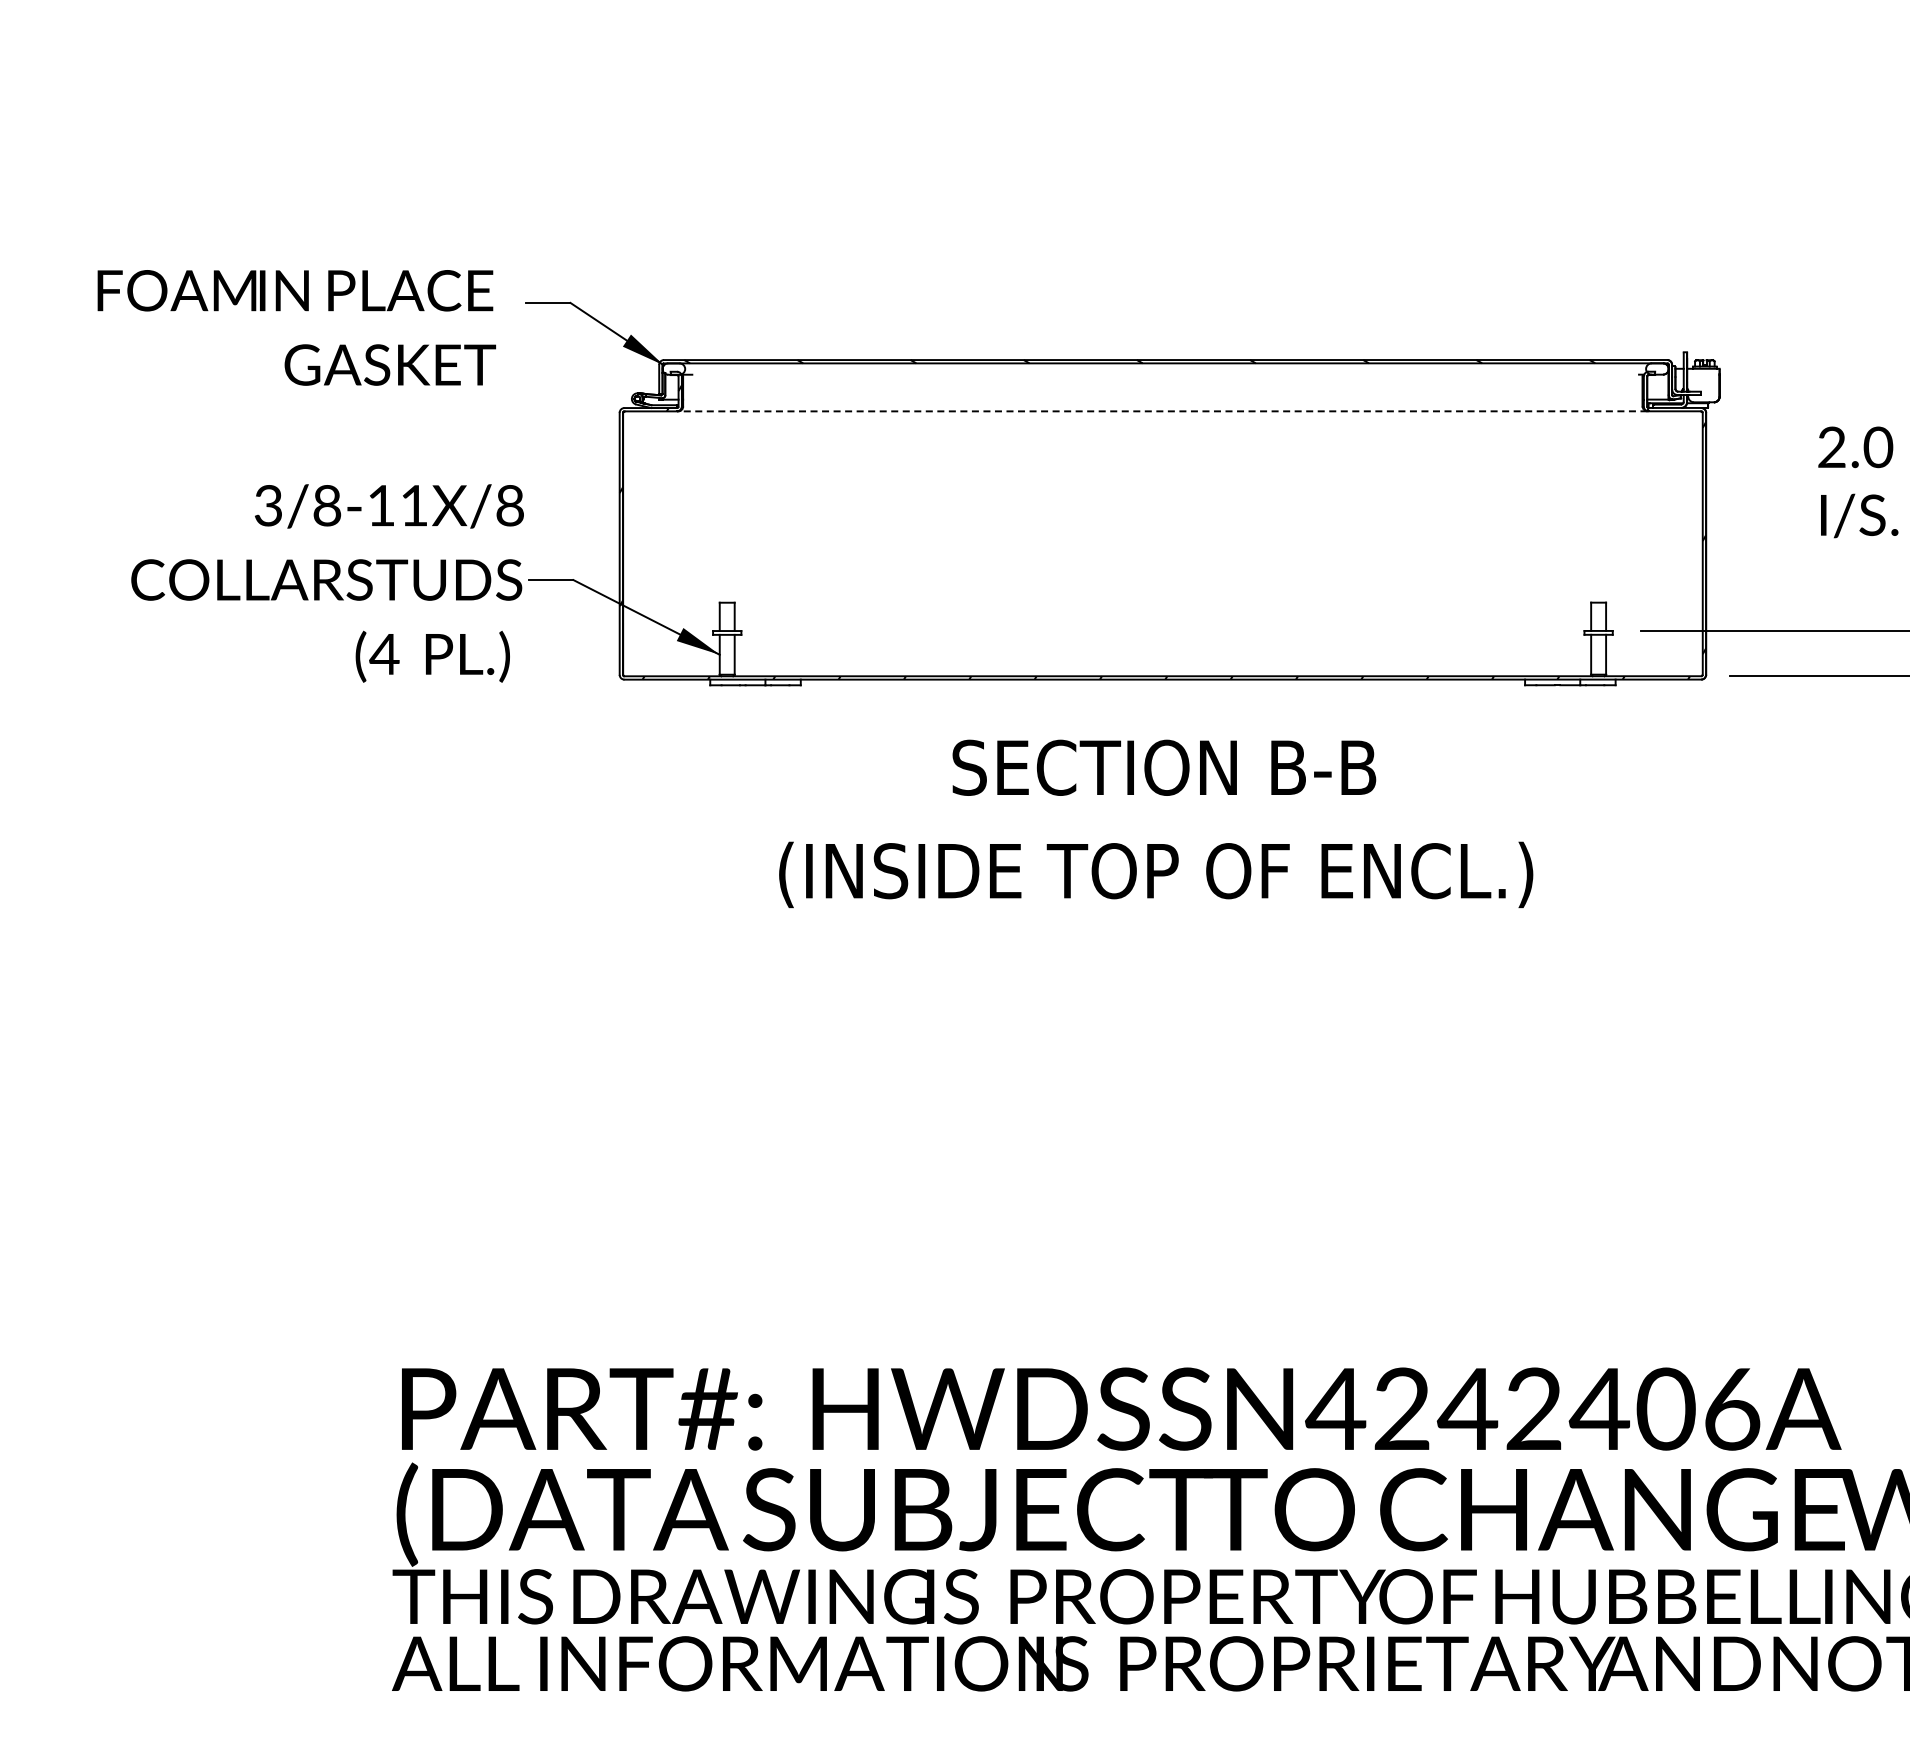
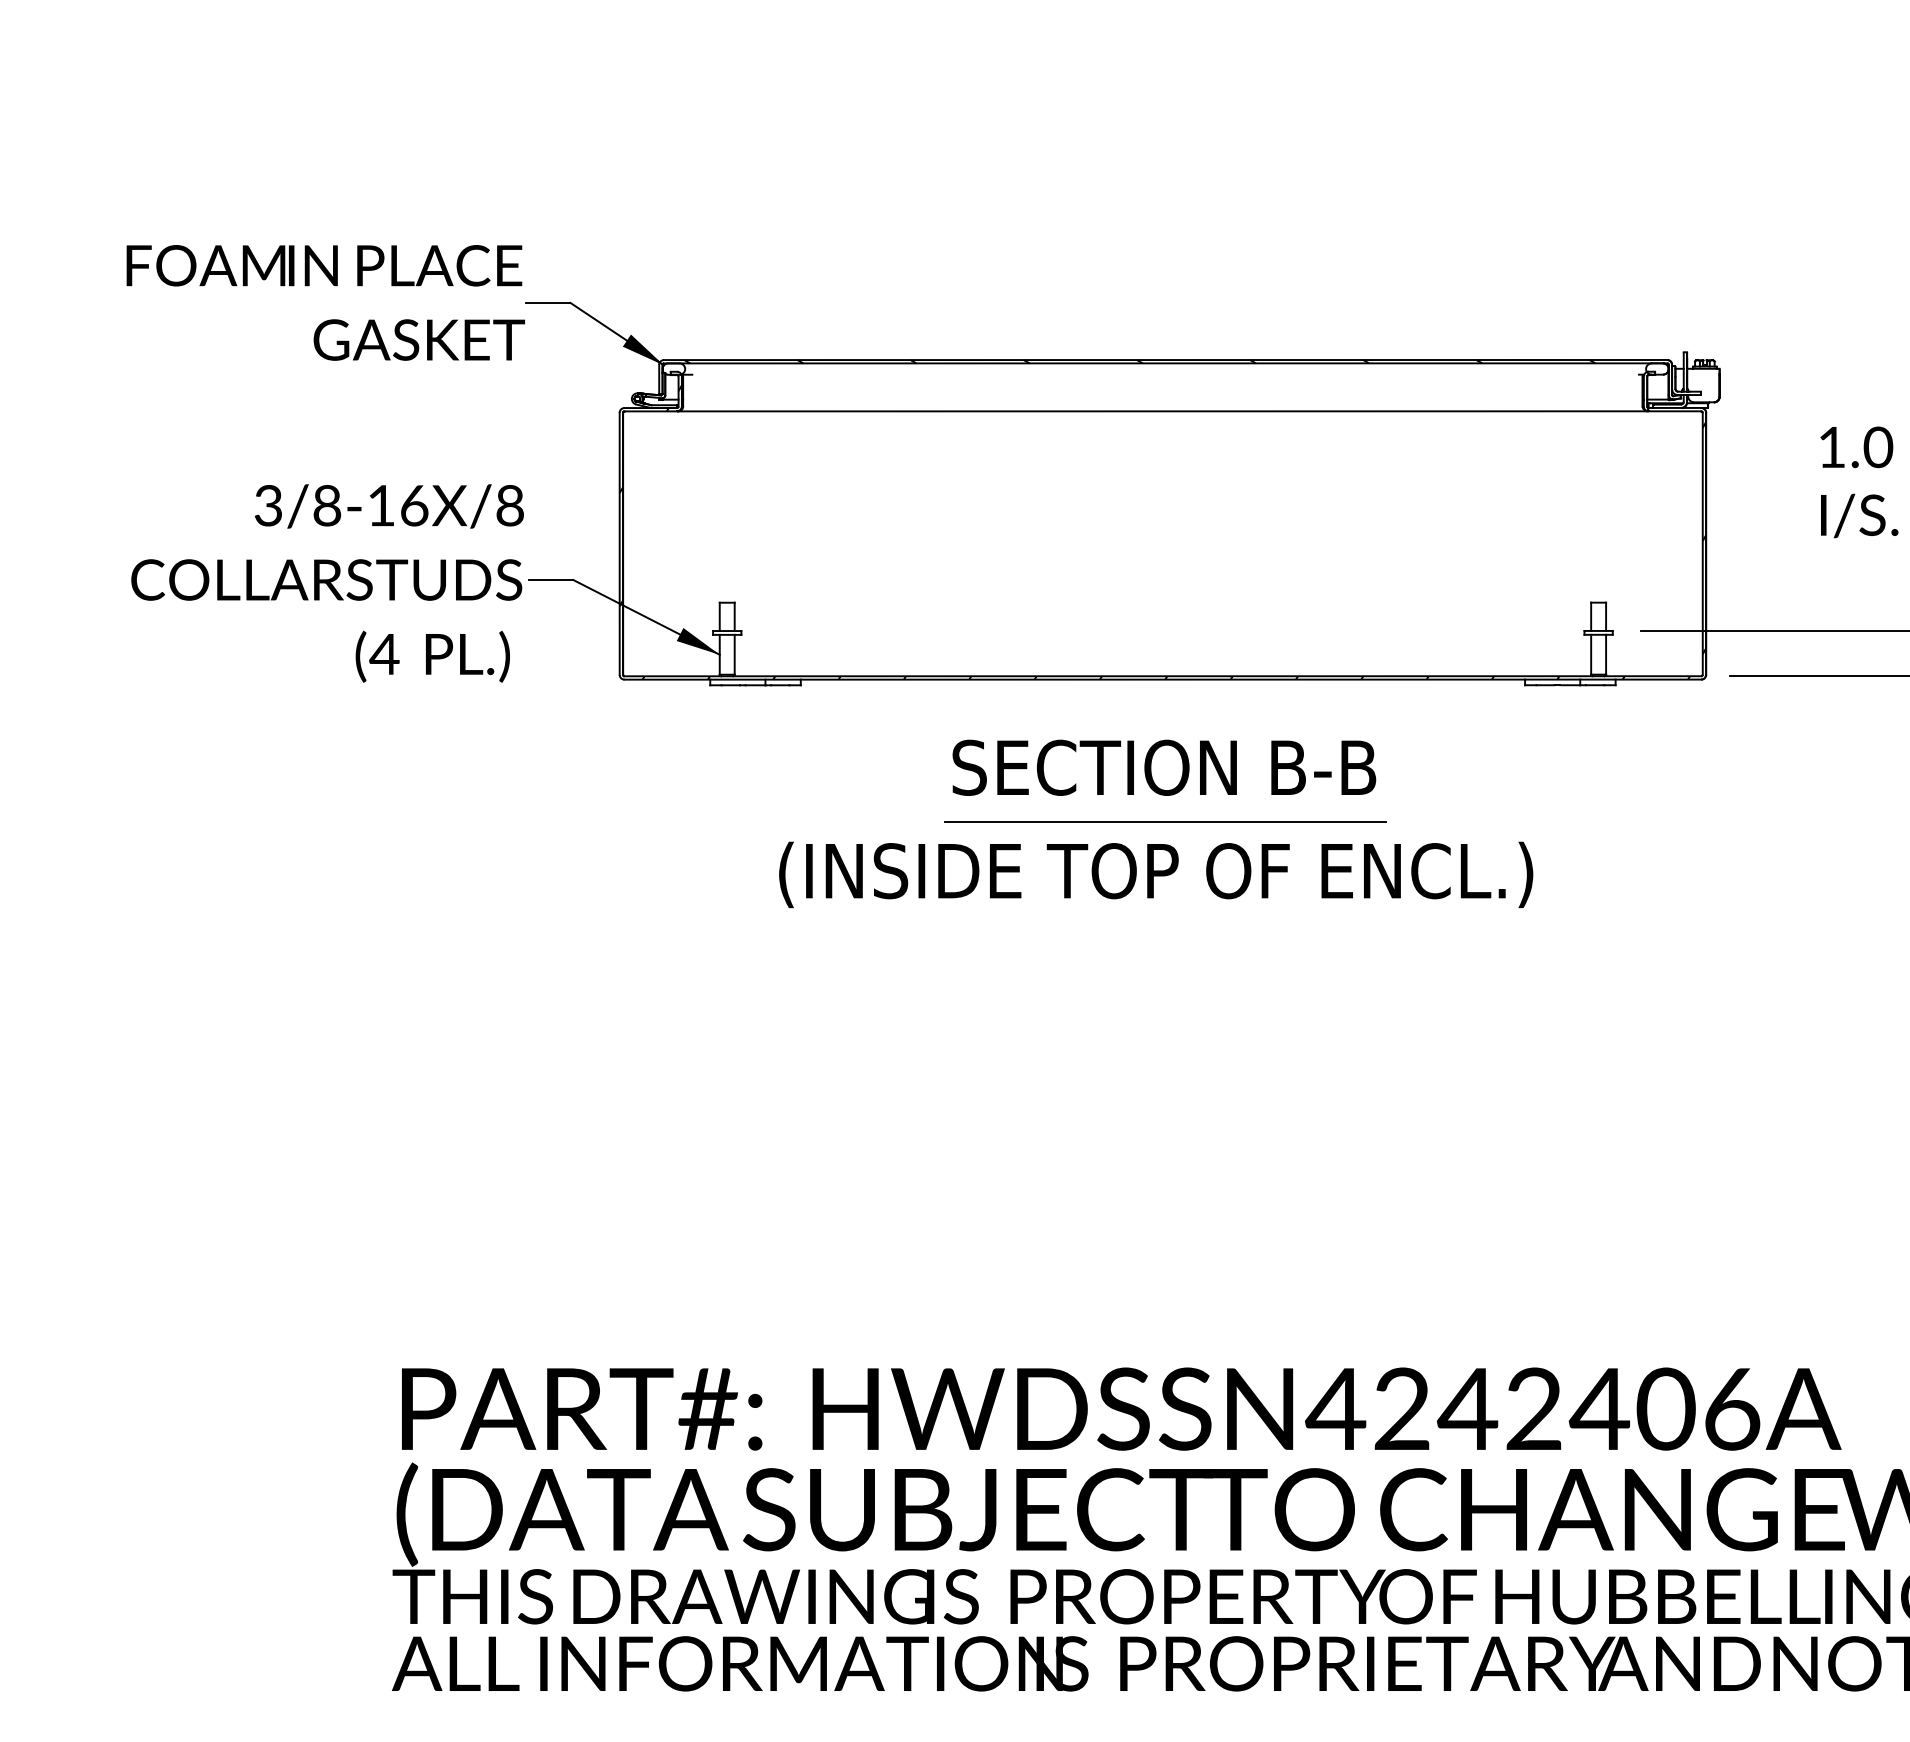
text at (296, 327) position: (296, 327) -> (325, 302)
line at (1162, 411): dashed -> solid
text at (1831, 446): 2.0 -> 1.0
text at (414, 505): 3/8-11 -> 3/8-16
line at (1165, 821): none -> present
